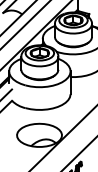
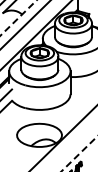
line at (18, 18): solid -> dashed
line at (79, 153): solid -> dashed
